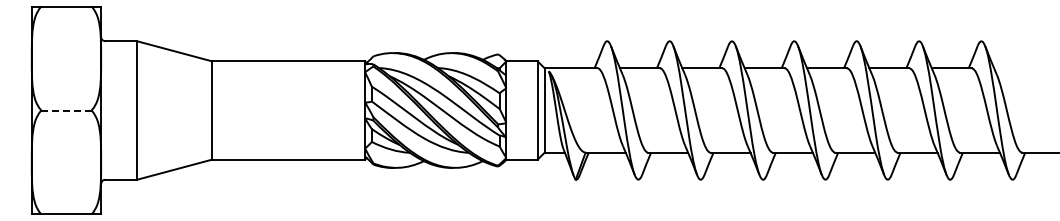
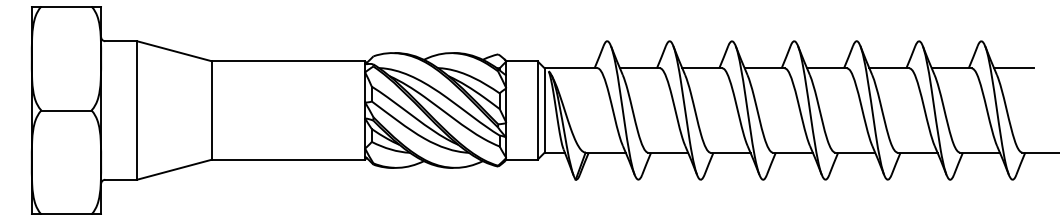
line at (1013, 68): none -> present
line at (66, 110): dashed -> solid
